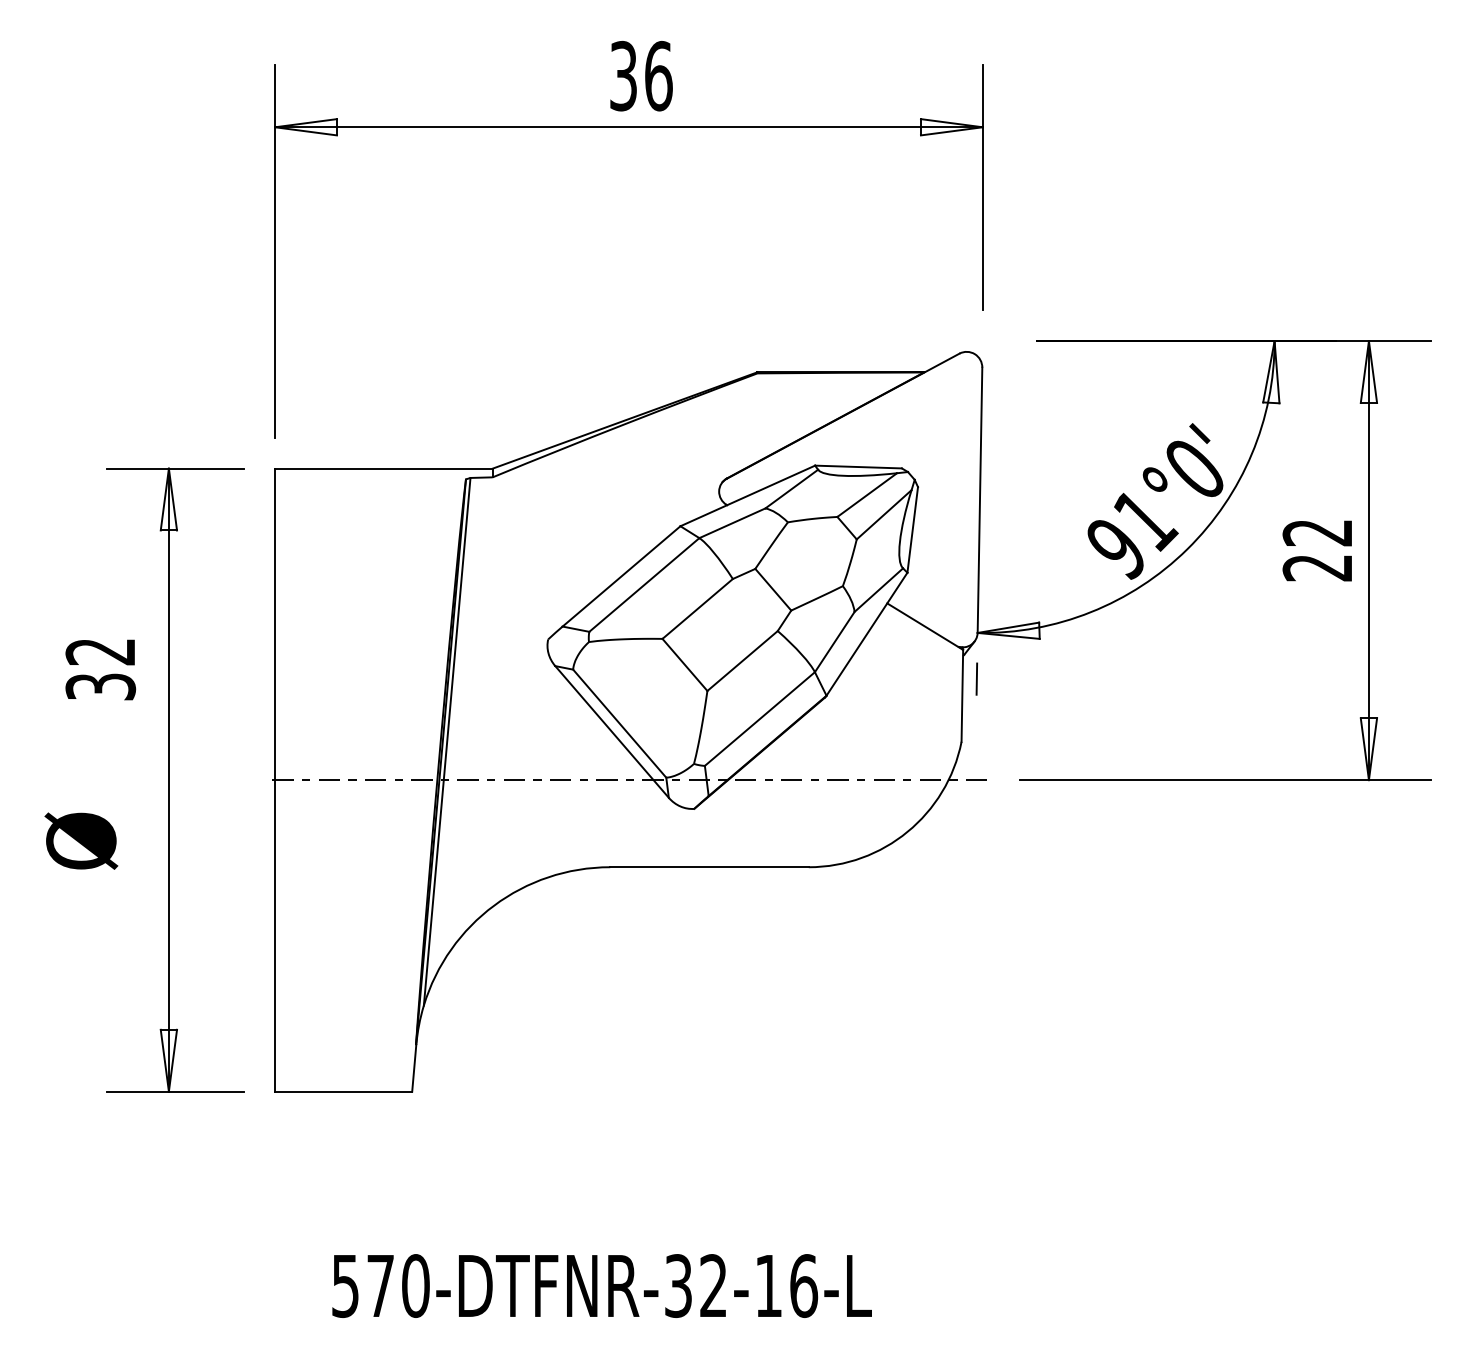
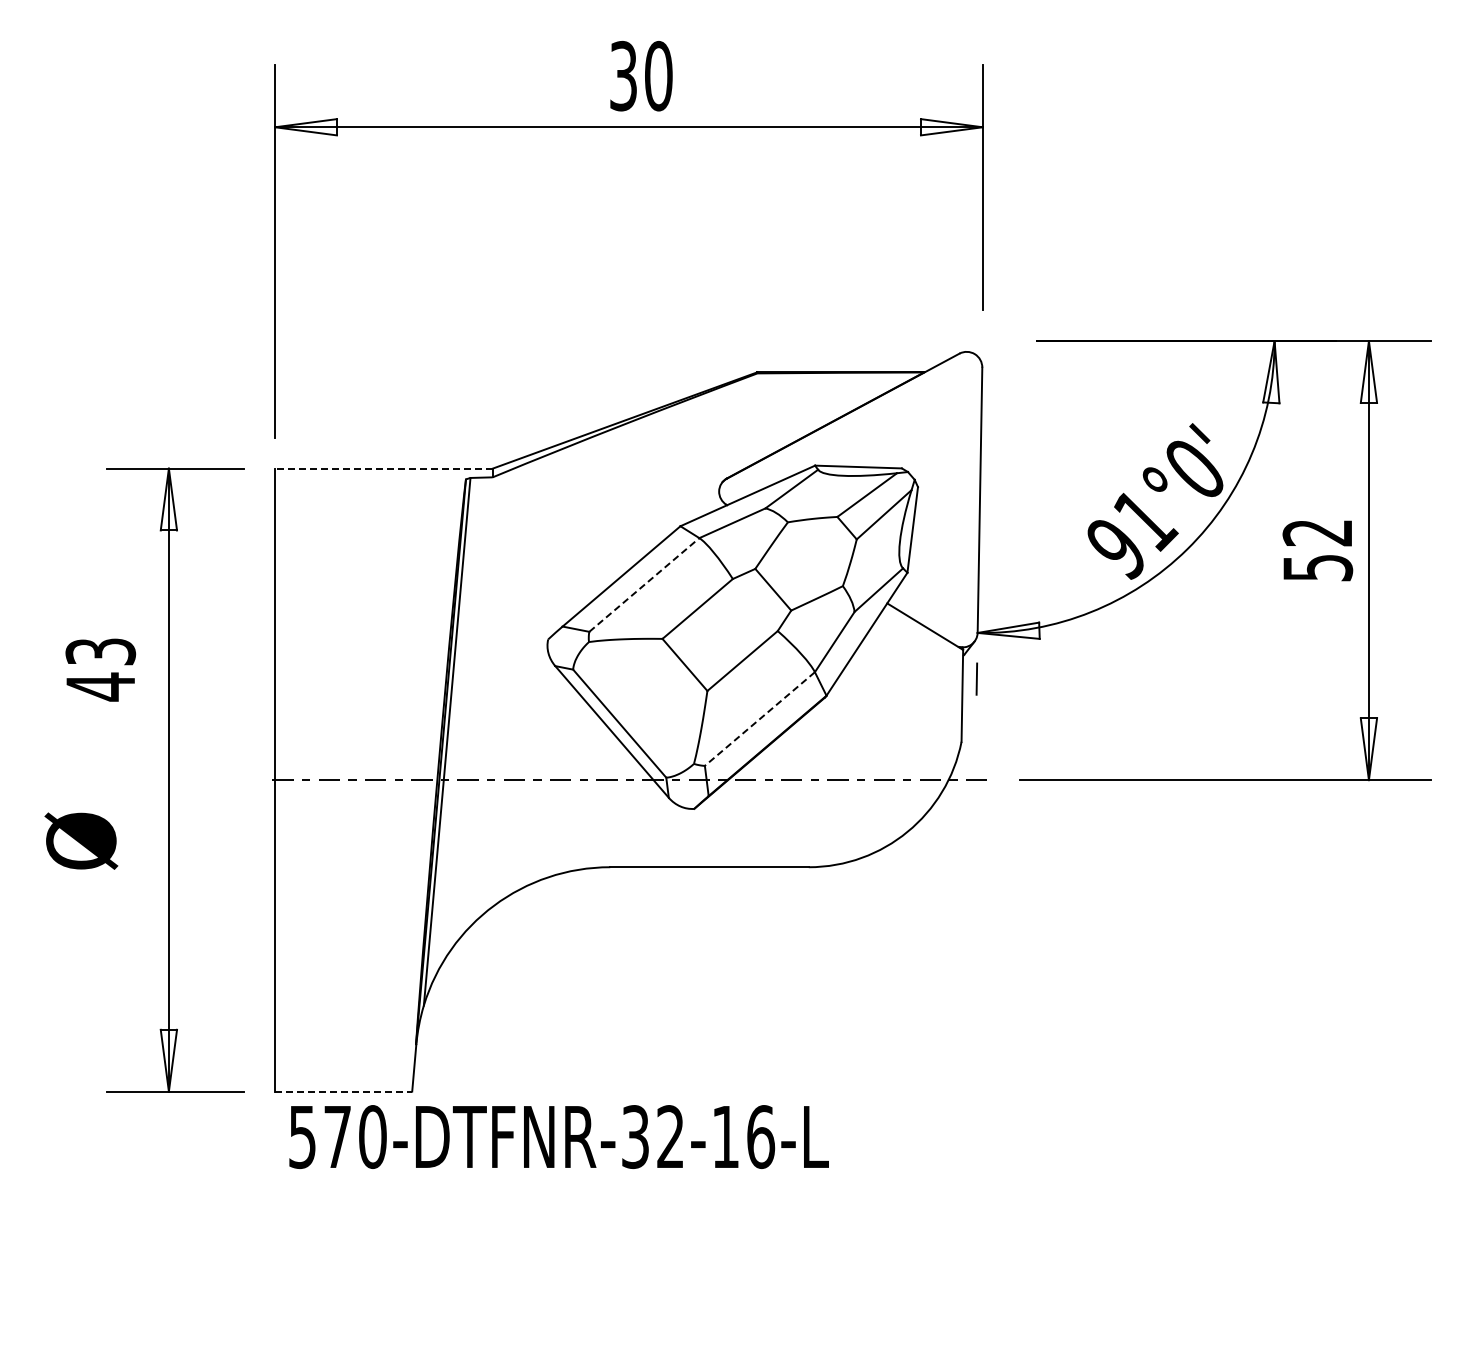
text at (658, 75): 36 -> 30
line at (383, 468): solid -> dashed
text at (1317, 568): 22 -> 52
line at (644, 584): solid -> dashed
text at (100, 669): 32 -> 43
line at (759, 719): solid -> dashed
line at (343, 1091): solid -> dashed
text at (601, 1285) position: (601, 1285) -> (558, 1136)
